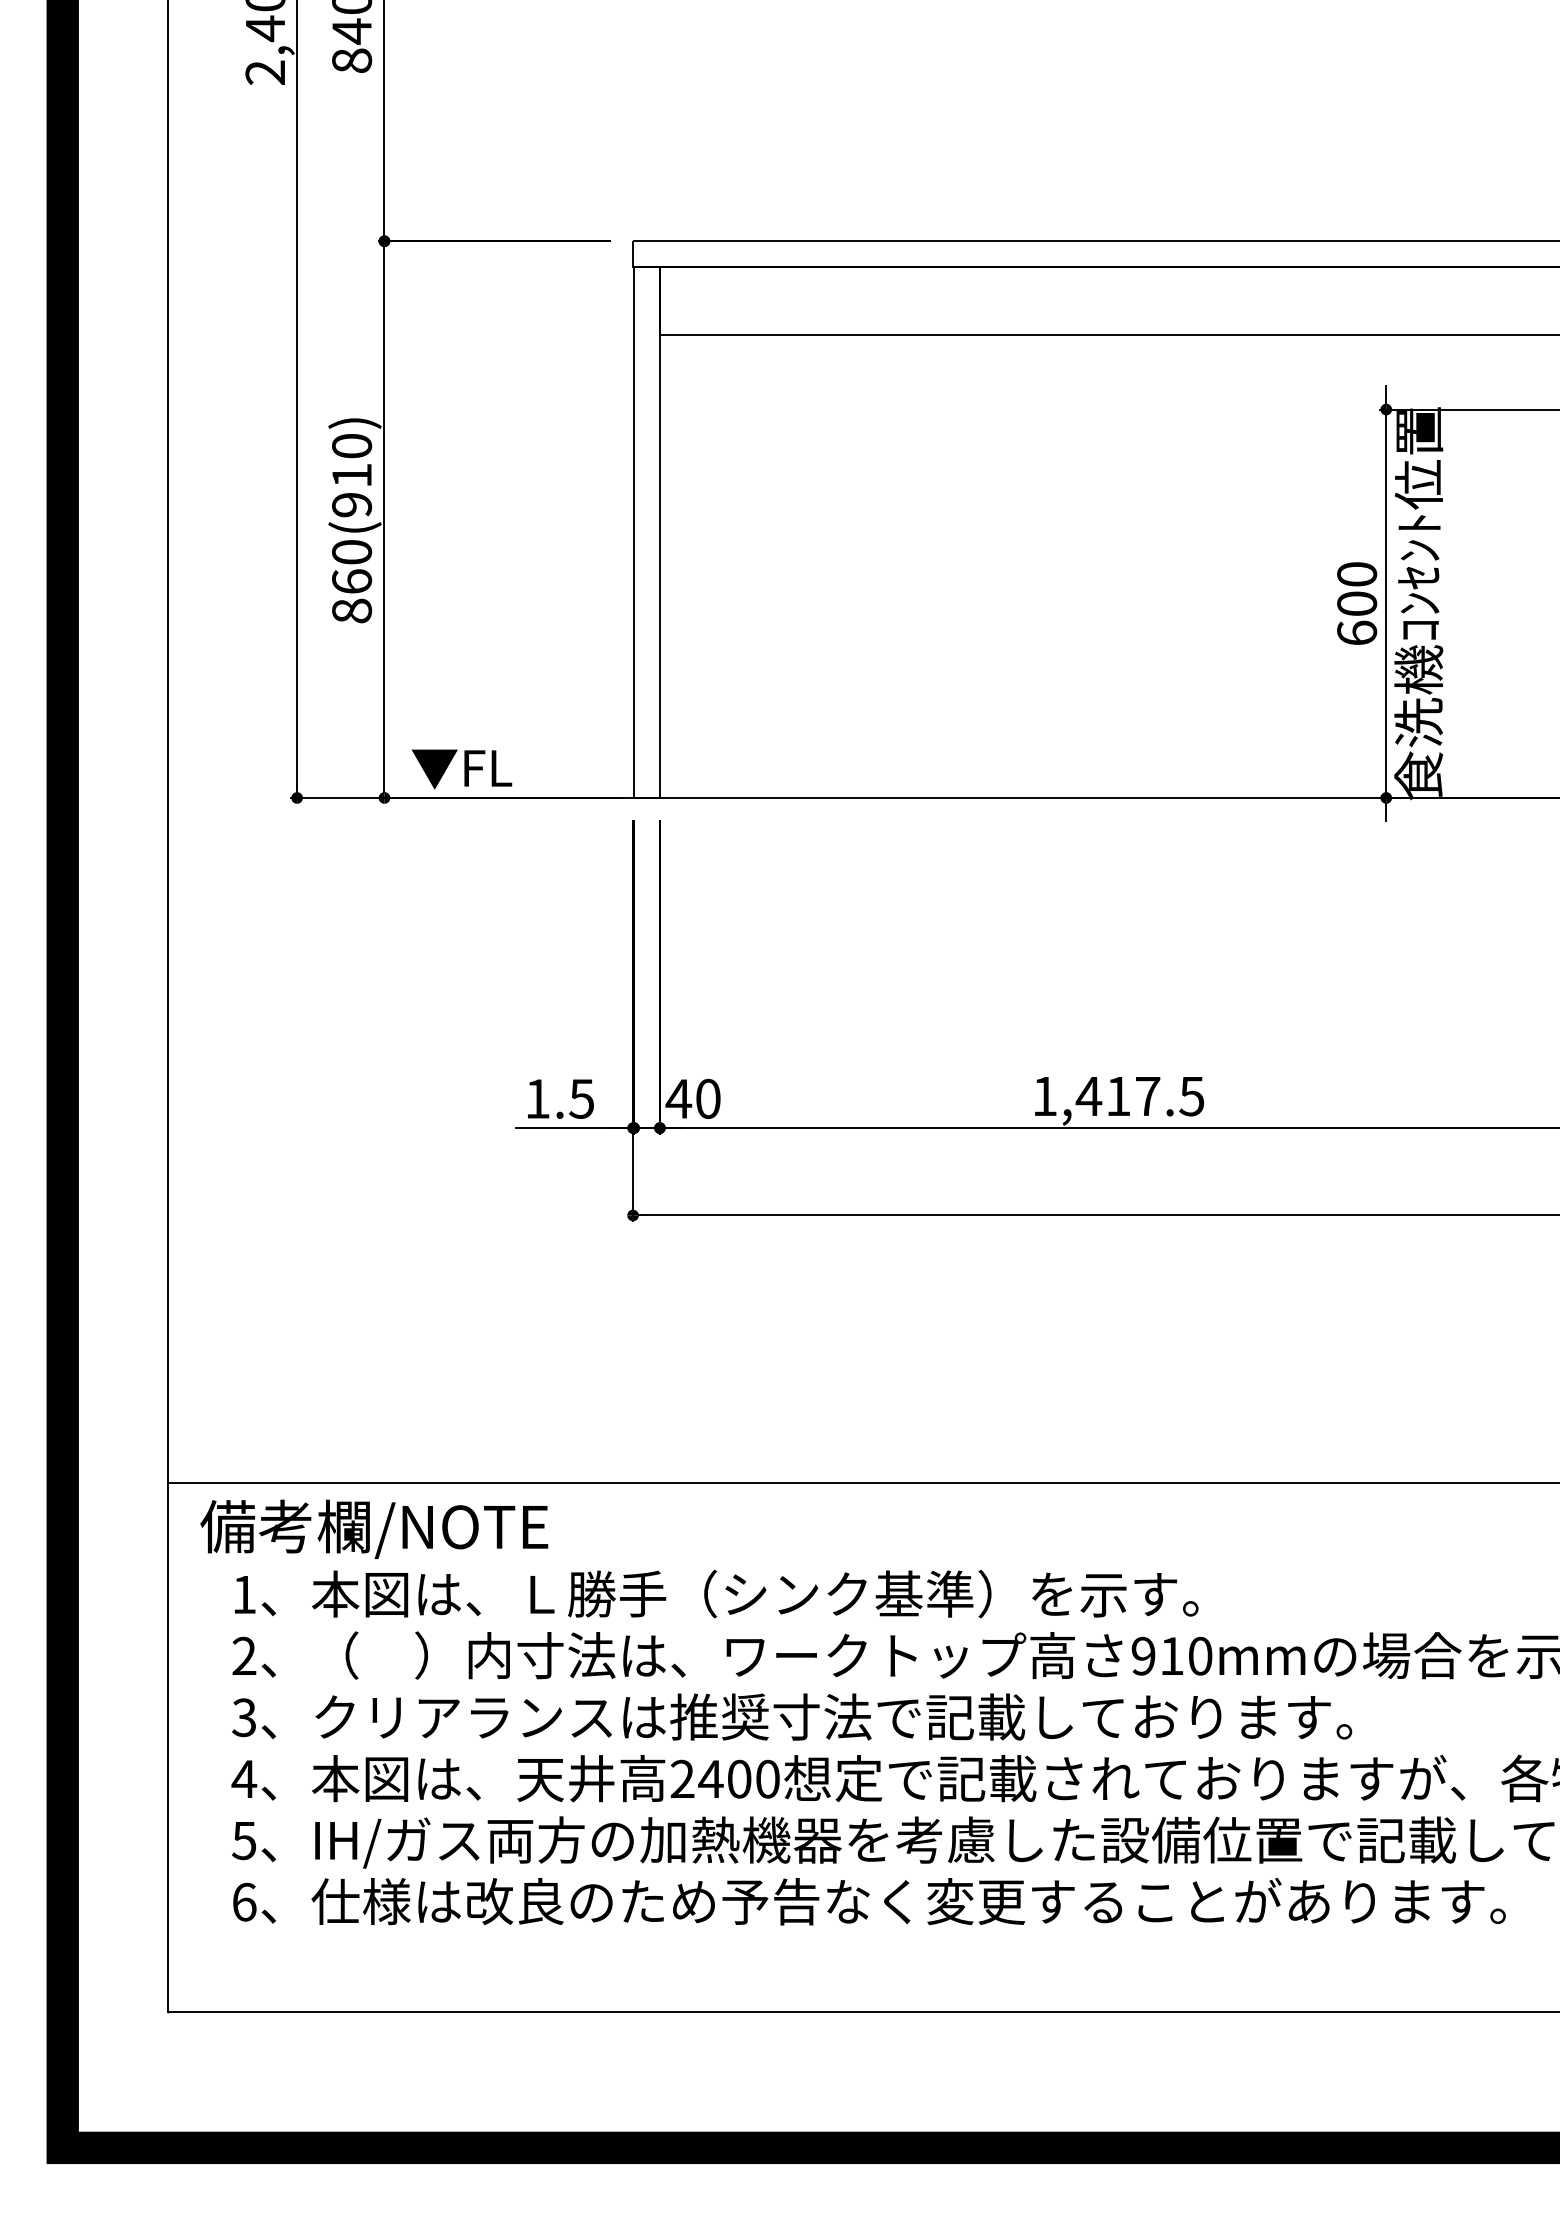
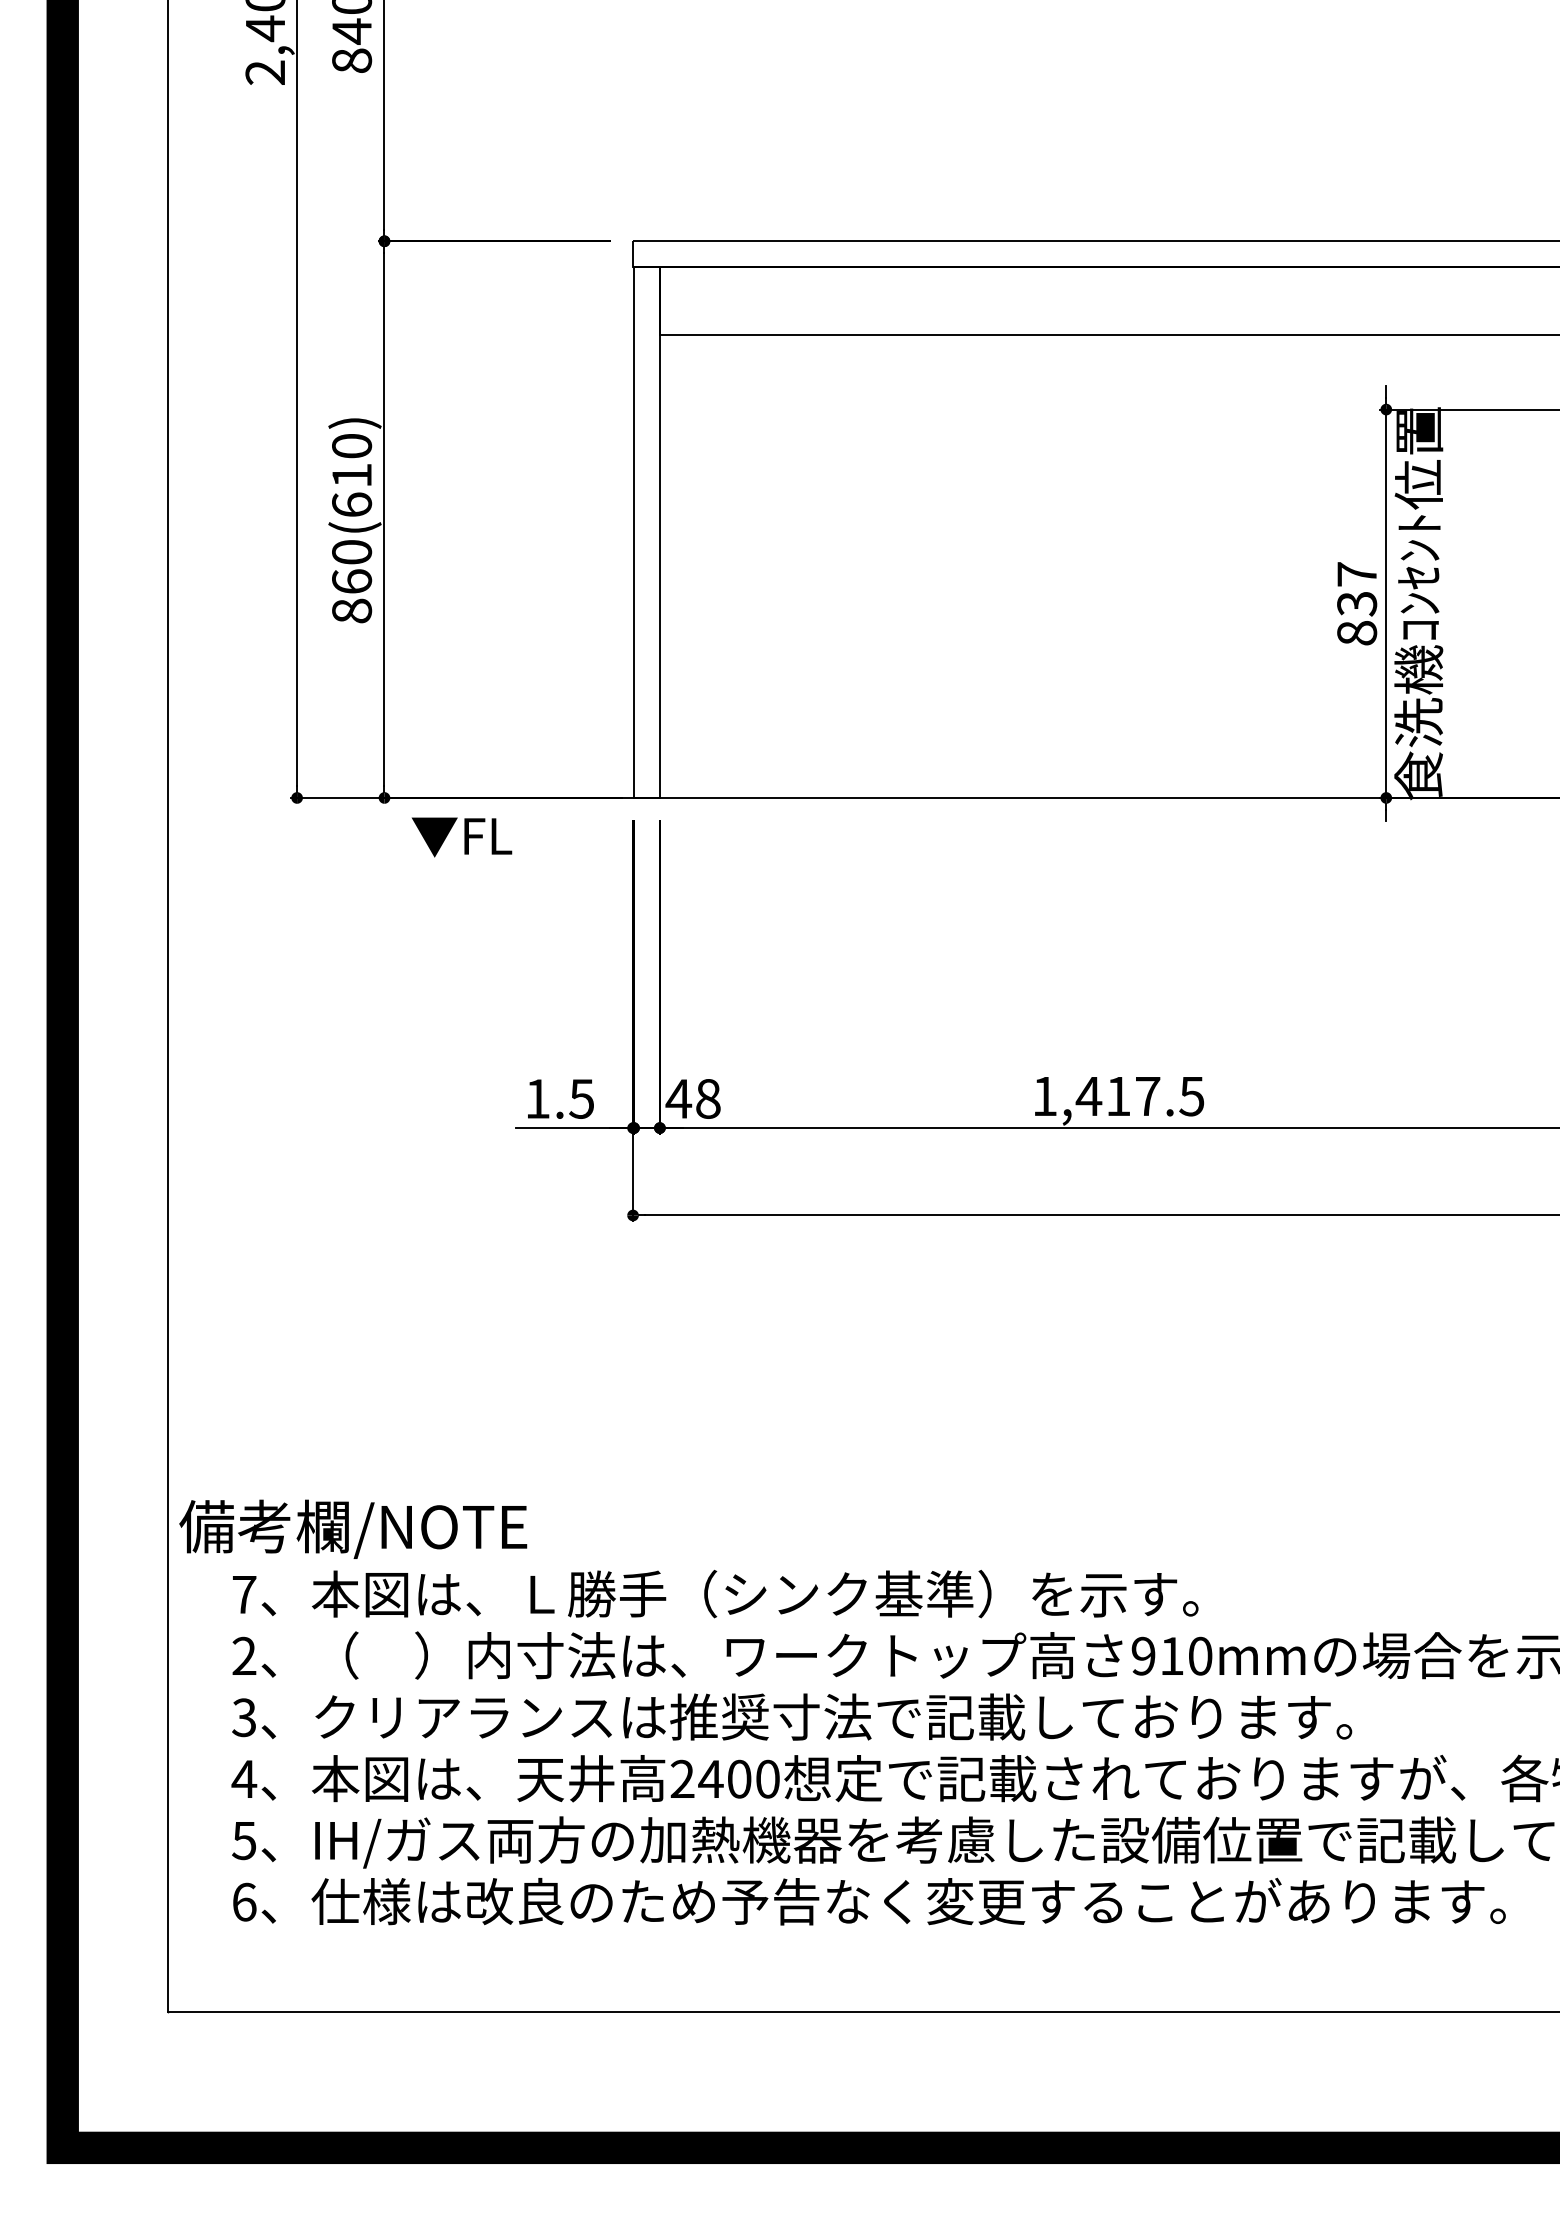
text at (352, 504): 860(910) -> 860(610)
text at (1357, 603): 600 -> 837
text at (461, 769) position: (461, 769) -> (461, 837)
text at (708, 1098): 40 -> 48
line at (861, 1482): present -> none
text at (374, 1528) position: (374, 1528) -> (353, 1528)
text at (244, 1594): 1 -> 7
